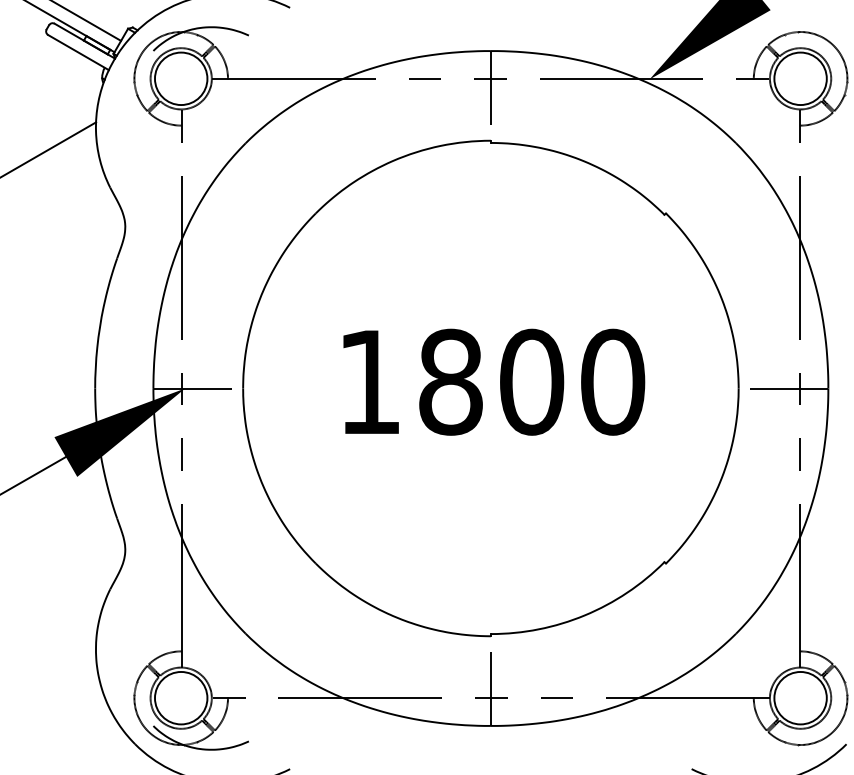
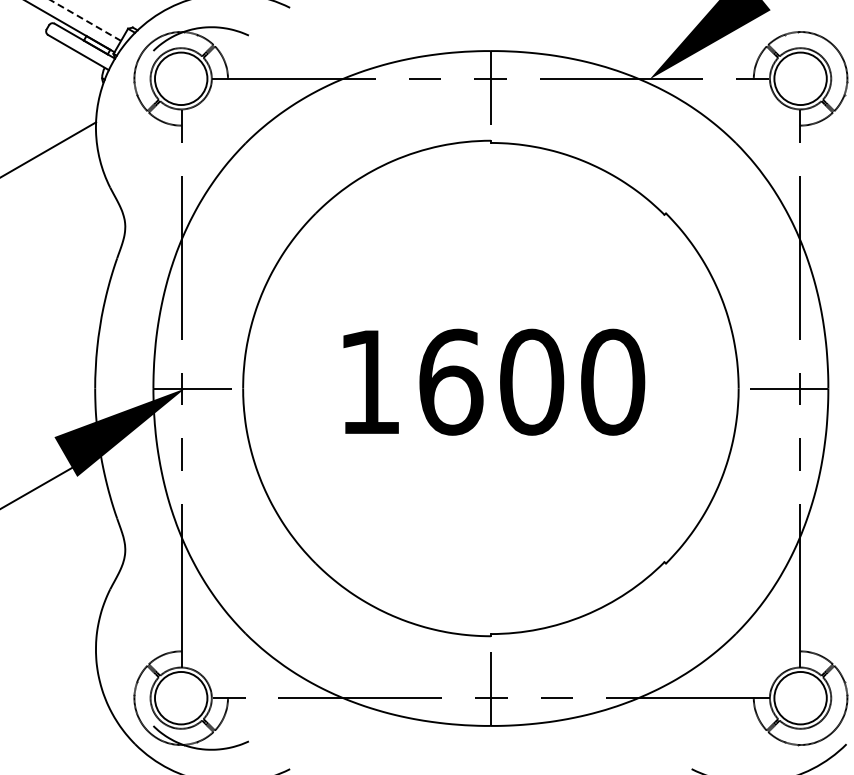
line at (85, 20): solid -> dashed
text at (451, 381): 1800 -> 1600
line at (33, 475) position: (33, 475) -> (36, 487)
